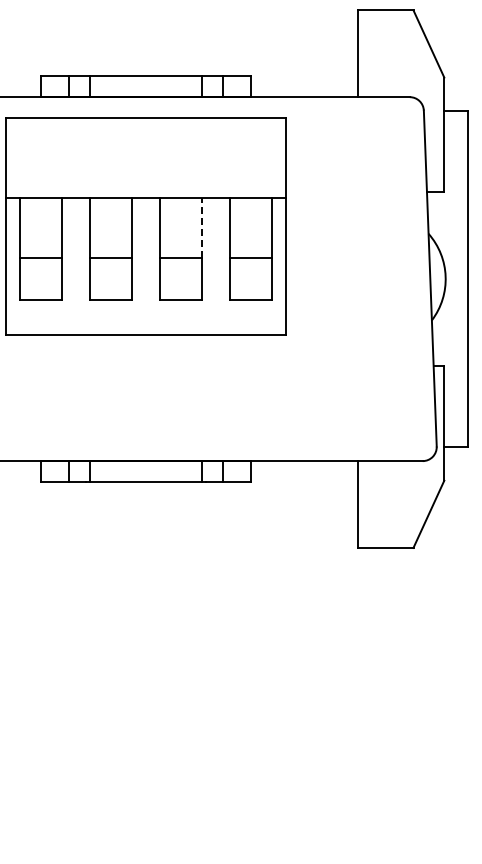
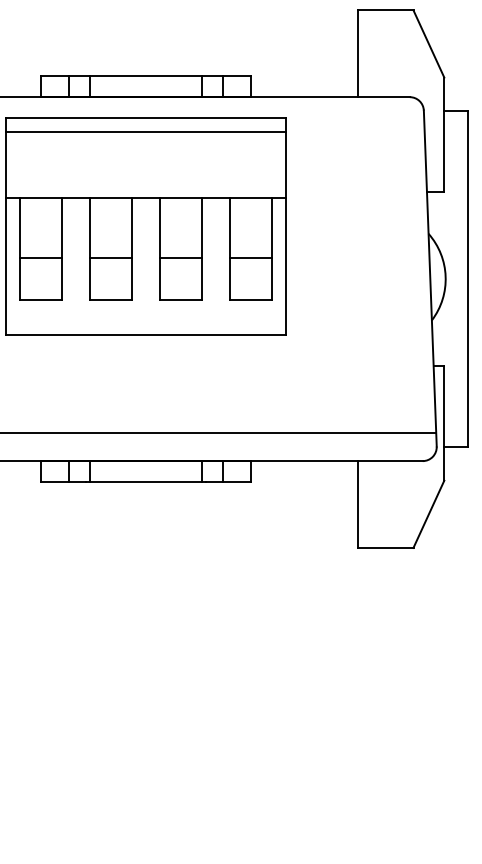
line at (146, 132): none -> present
line at (202, 227): dashed -> solid
line at (219, 433): none -> present
